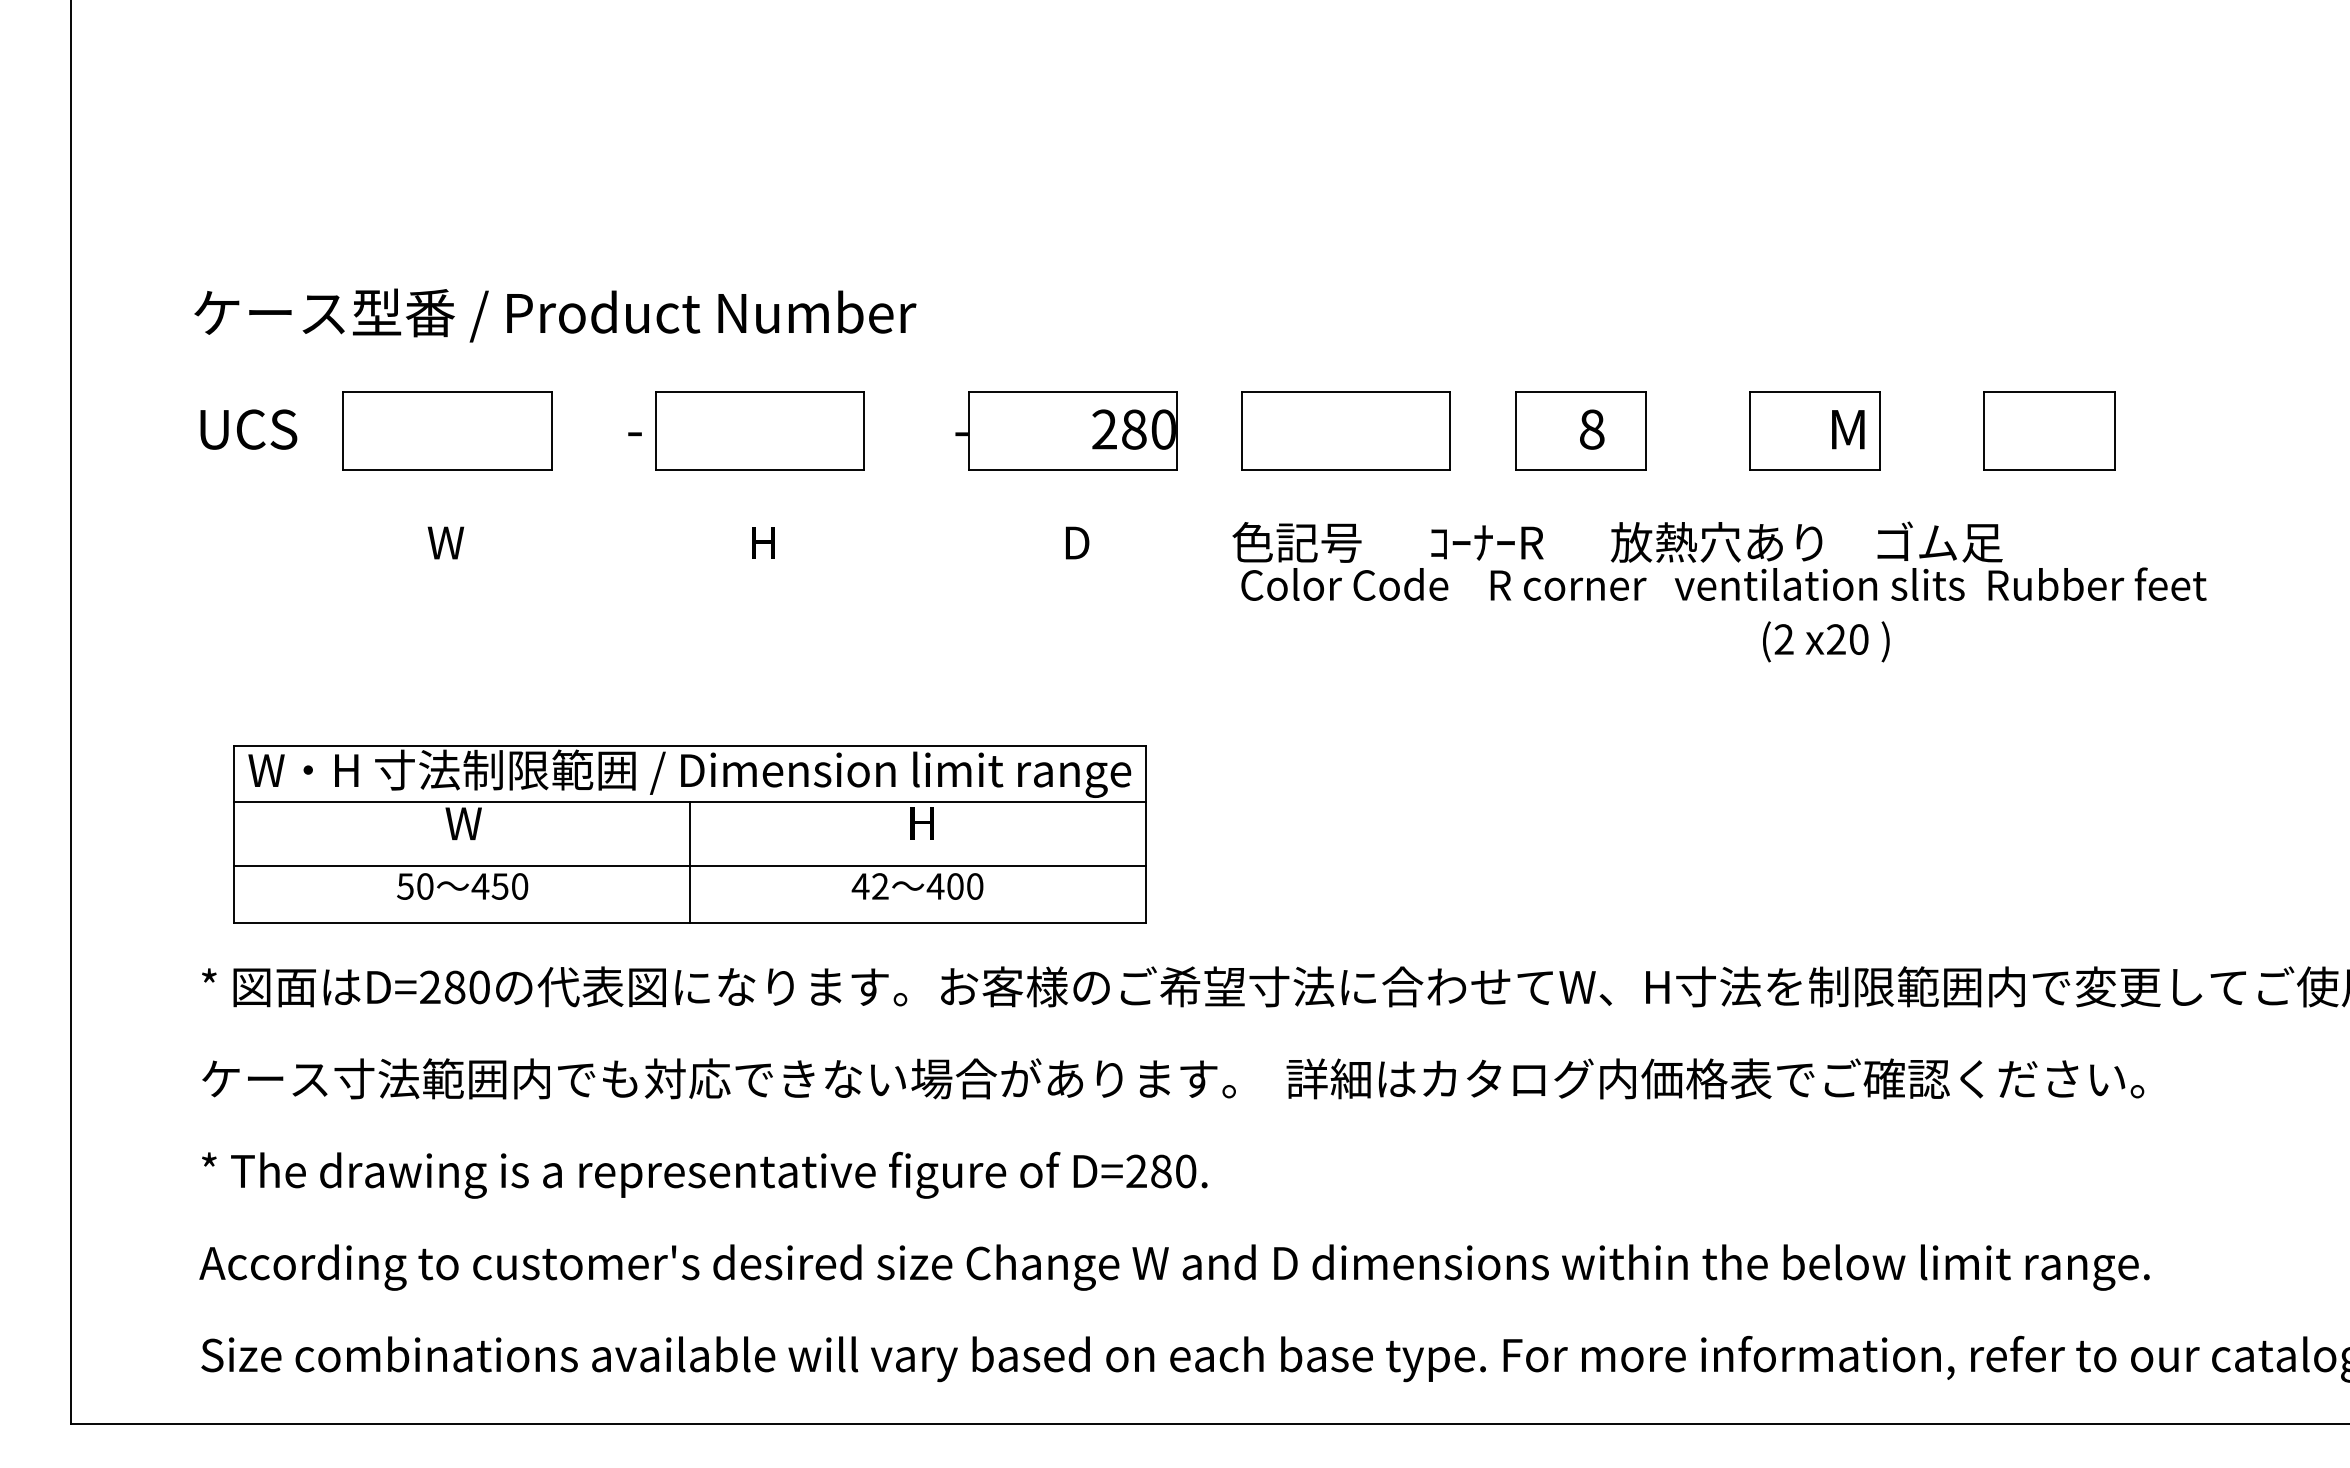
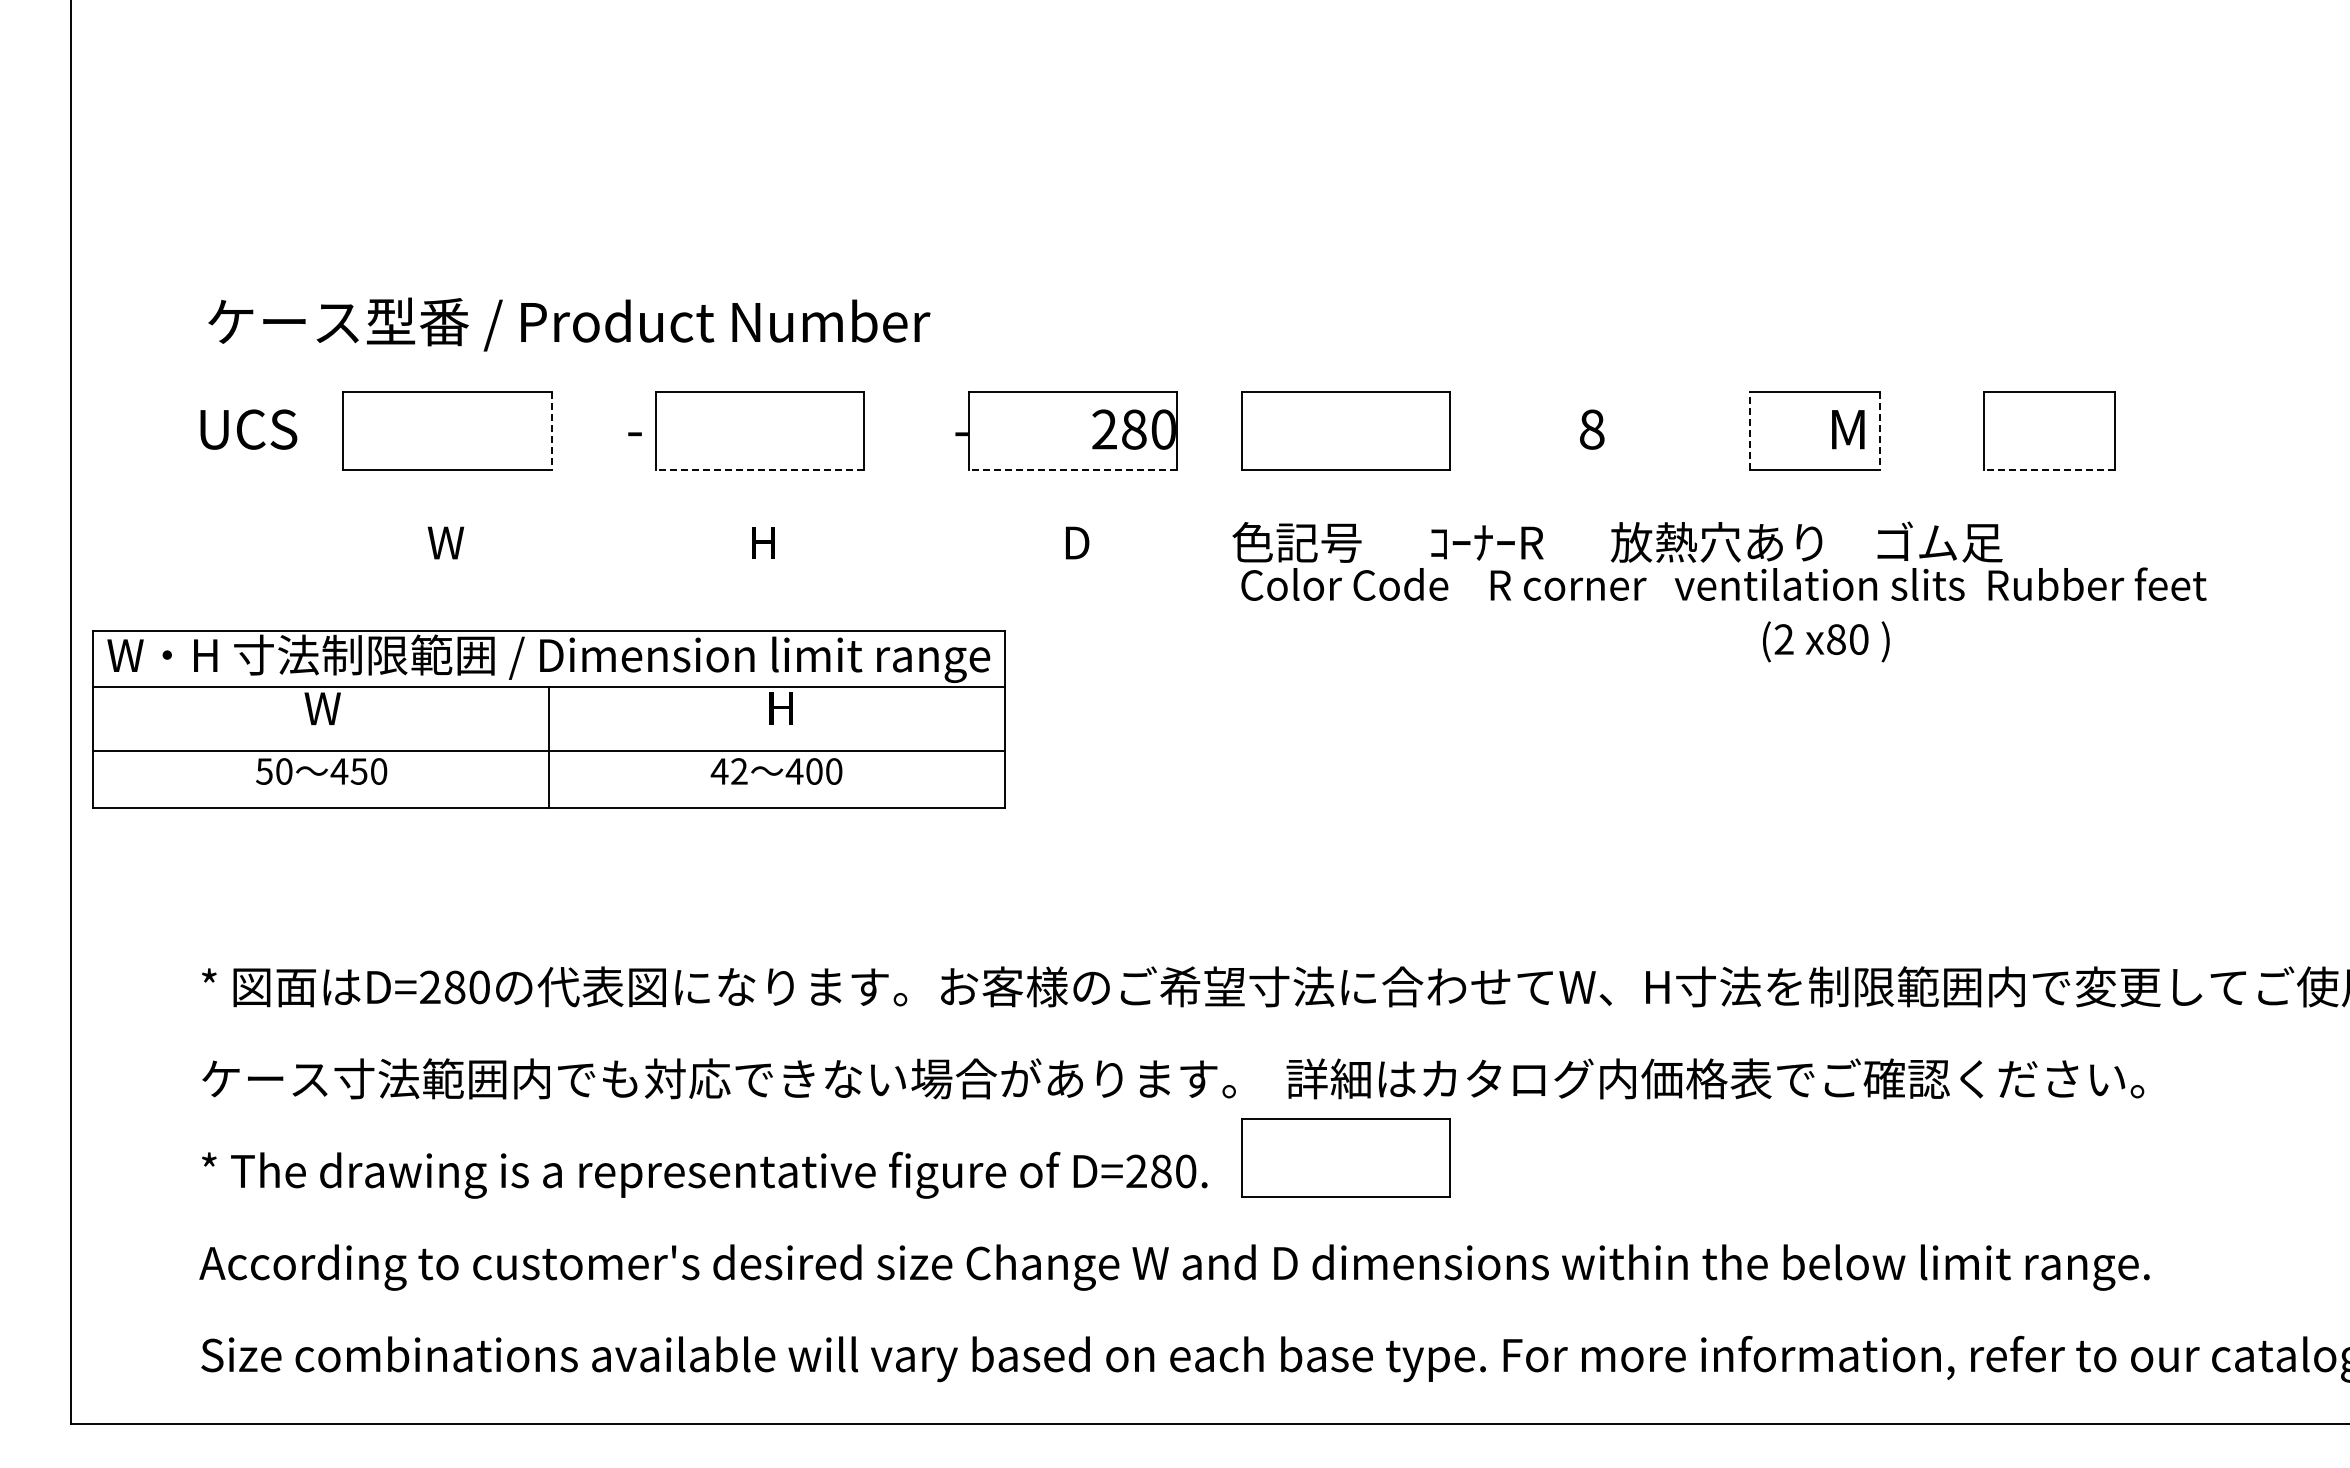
text at (555, 315) position: (555, 315) -> (569, 324)
part at (1580, 430): present -> none
line at (1749, 430): solid -> dashed
line at (551, 431): solid -> dashed
line at (1880, 431): solid -> dashed
line at (759, 469): solid -> dashed
line at (1072, 469): solid -> dashed
line at (2048, 469): solid -> dashed
text at (1836, 639): x20 -> x80
part at (689, 834) position: (689, 834) -> (548, 719)
part at (1345, 1157): none -> present
